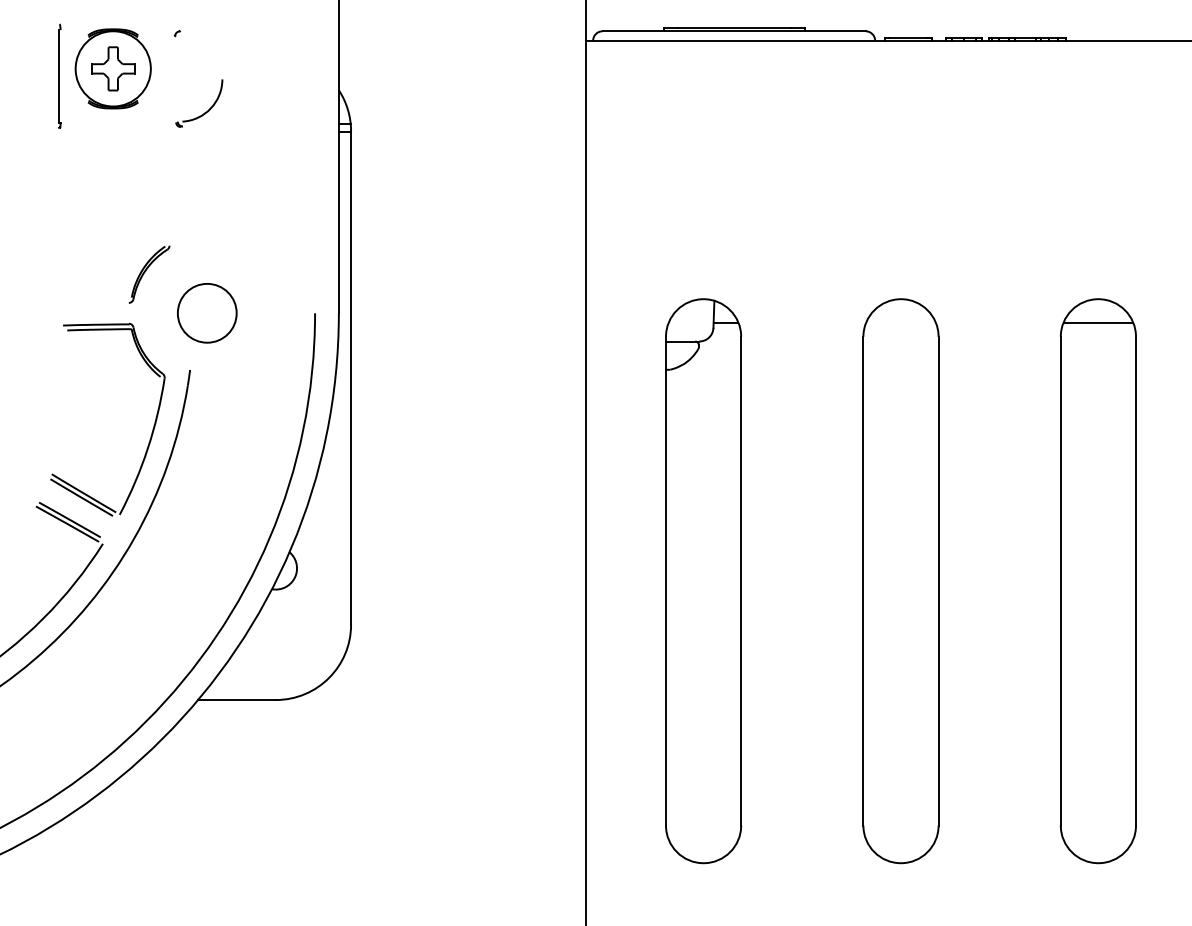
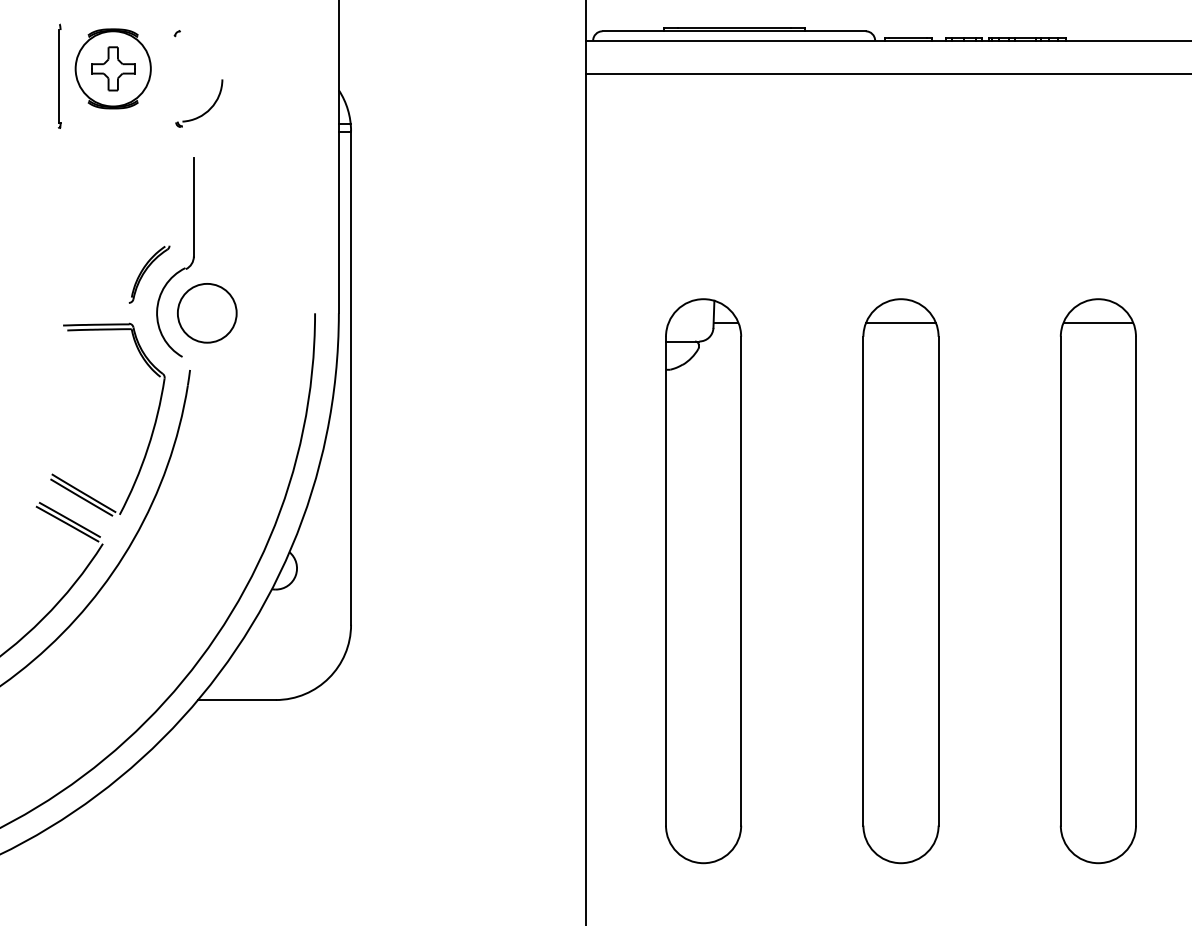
line at (887, 73): none -> present
part at (180, 269): none -> present
line at (900, 322): none -> present
